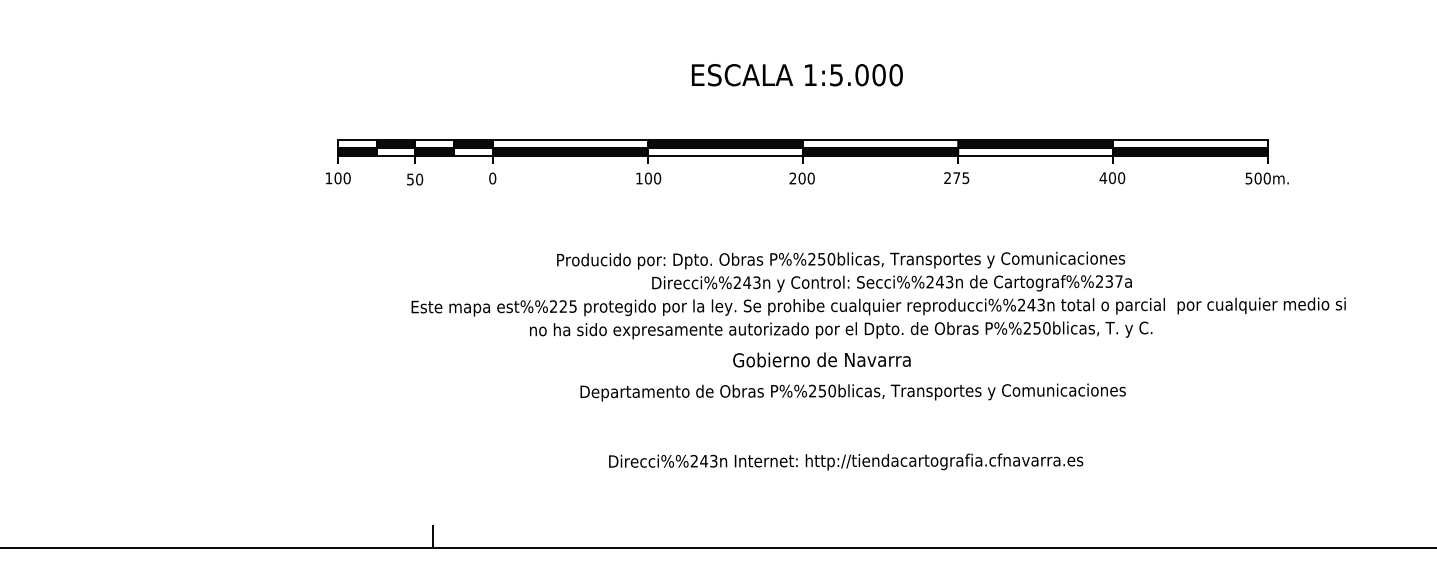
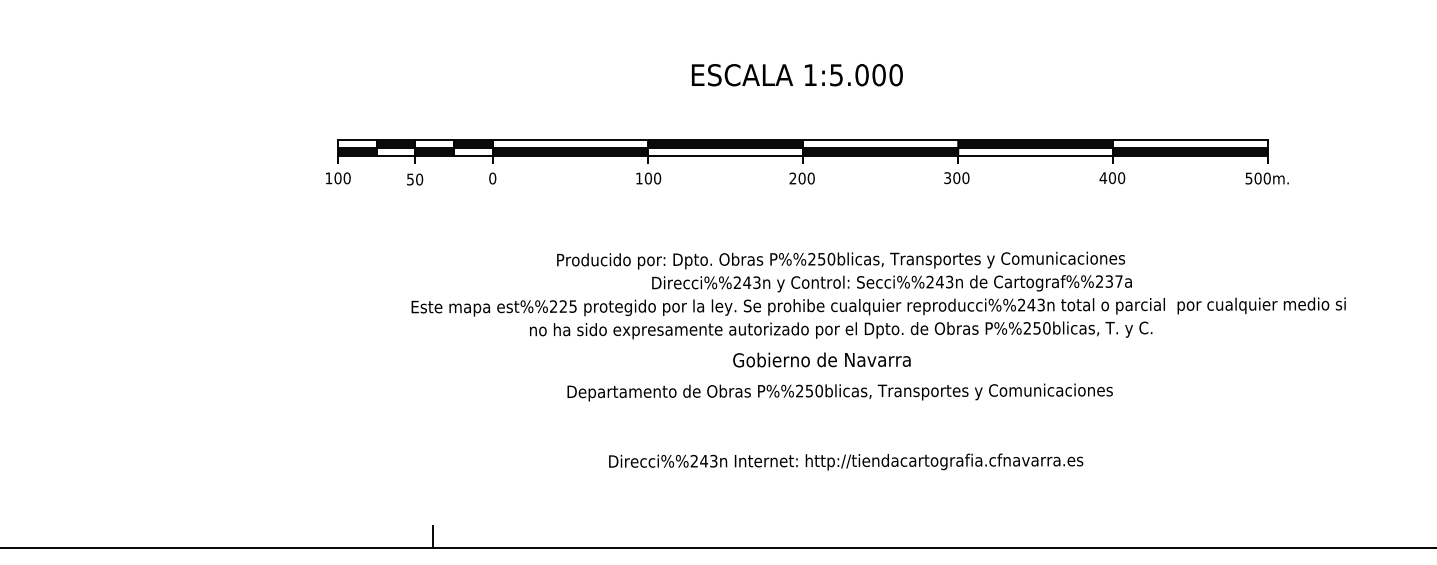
text at (956, 178): 275 -> 300
text at (852, 392) position: (852, 392) -> (839, 392)
